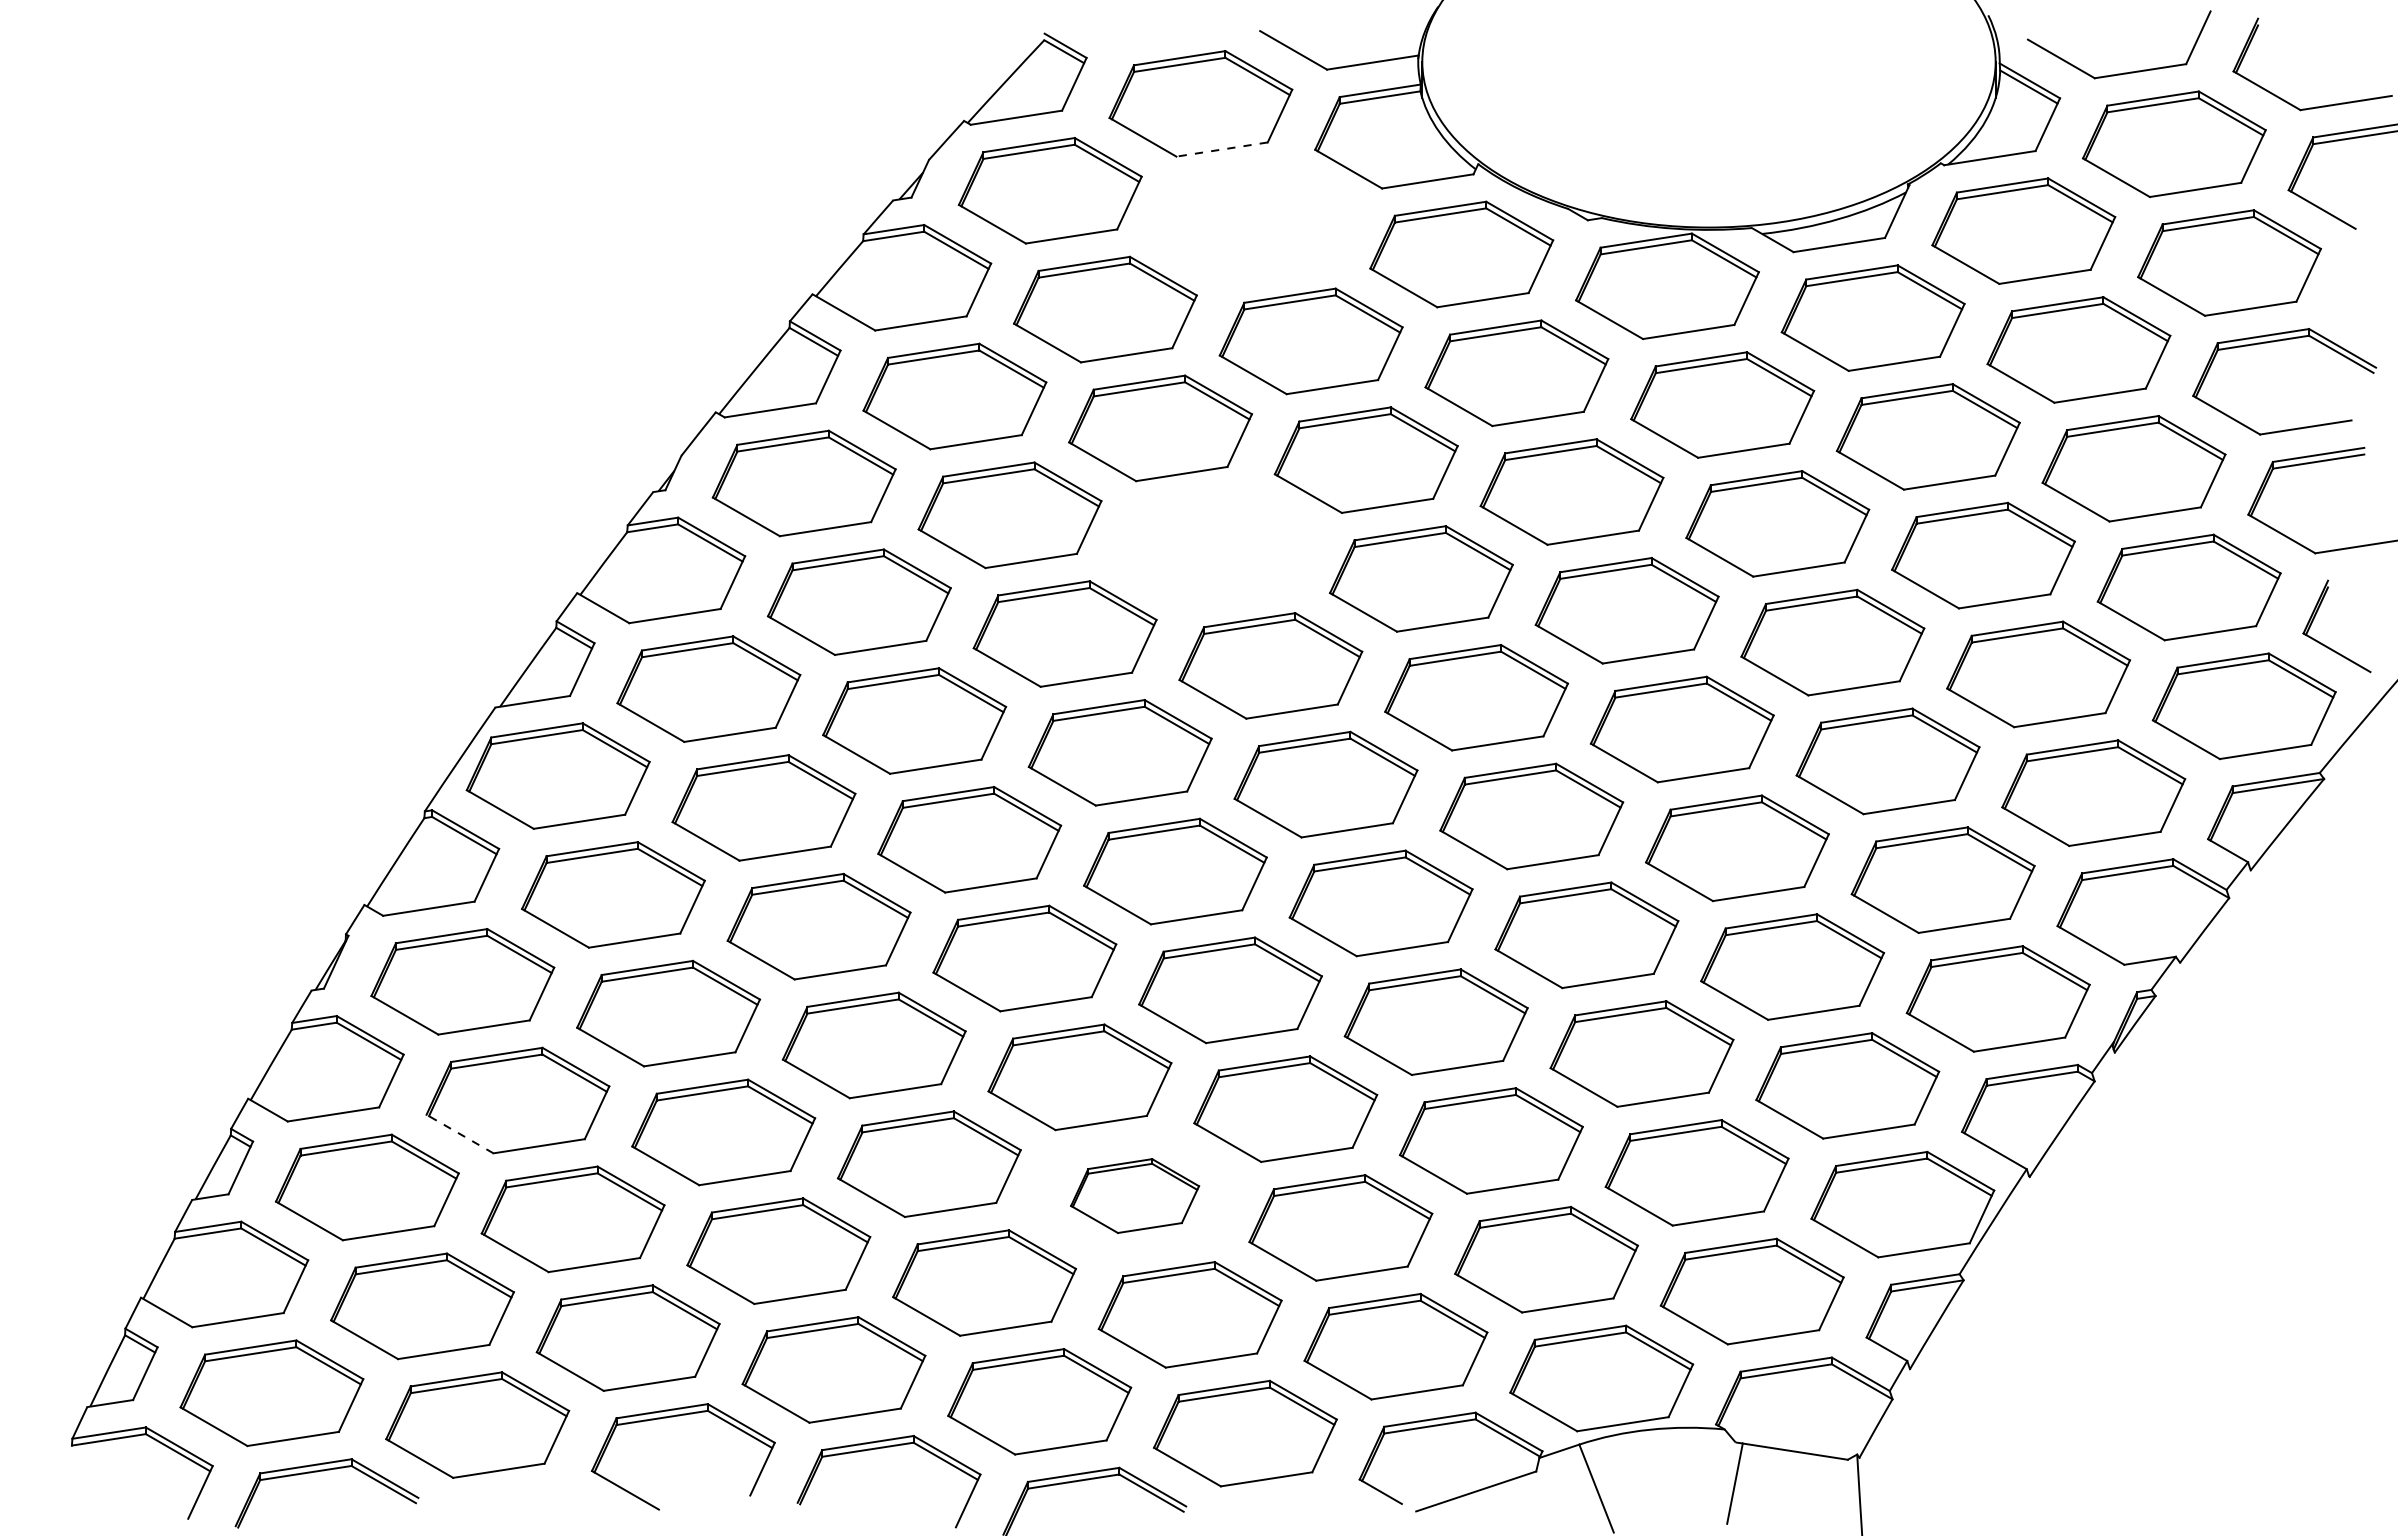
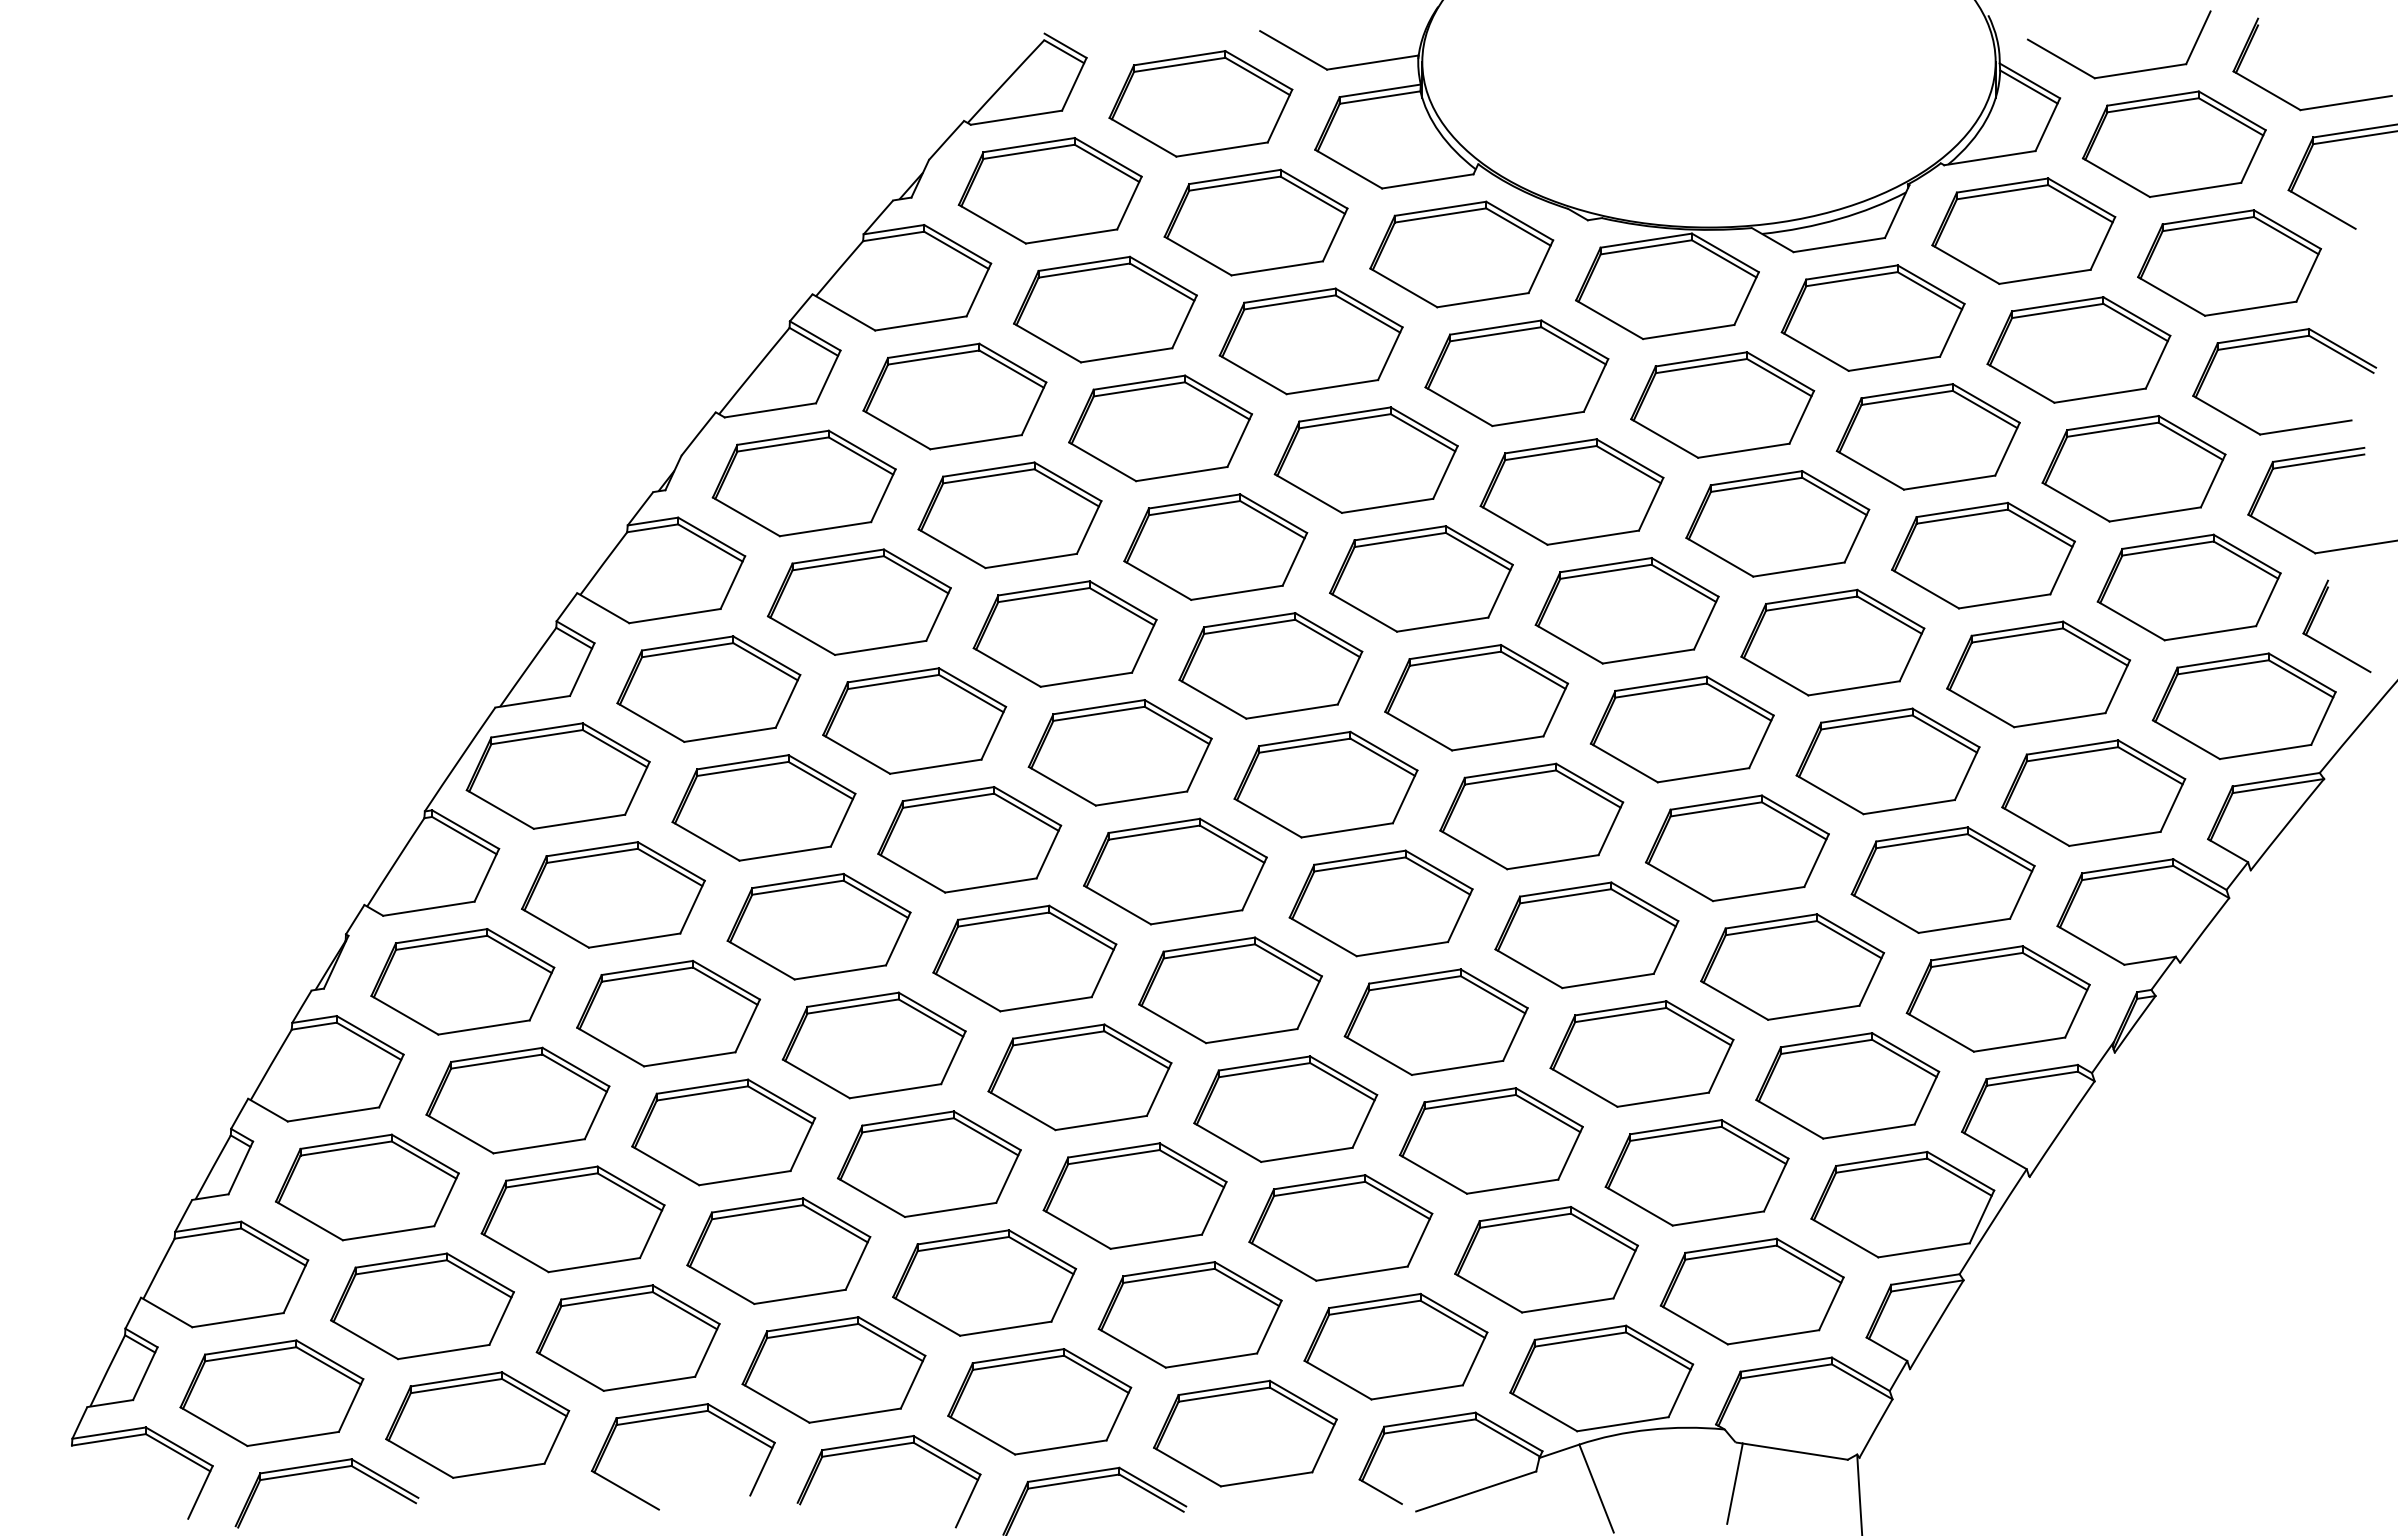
line at (1221, 149): dashed -> solid
part at (1255, 222): none -> present
part at (1215, 546): none -> present
line at (460, 1134): dashed -> solid
part at (1135, 1195) size: 131x76 px -> 186x108 px
